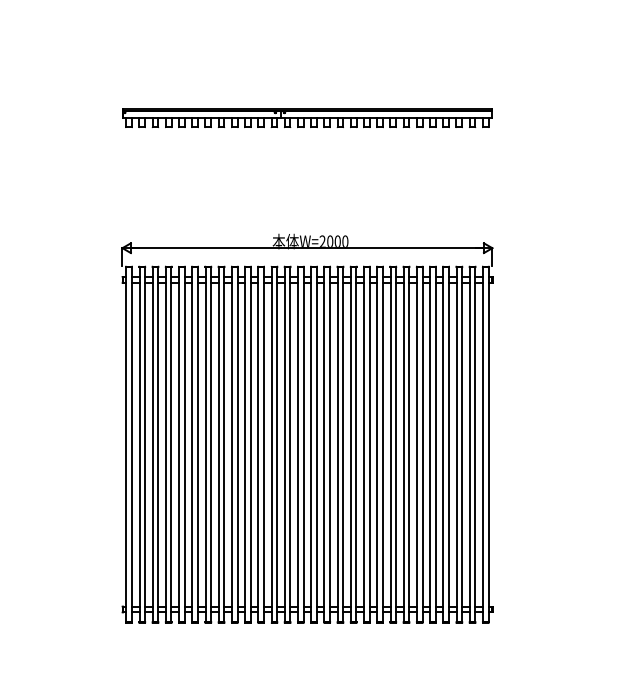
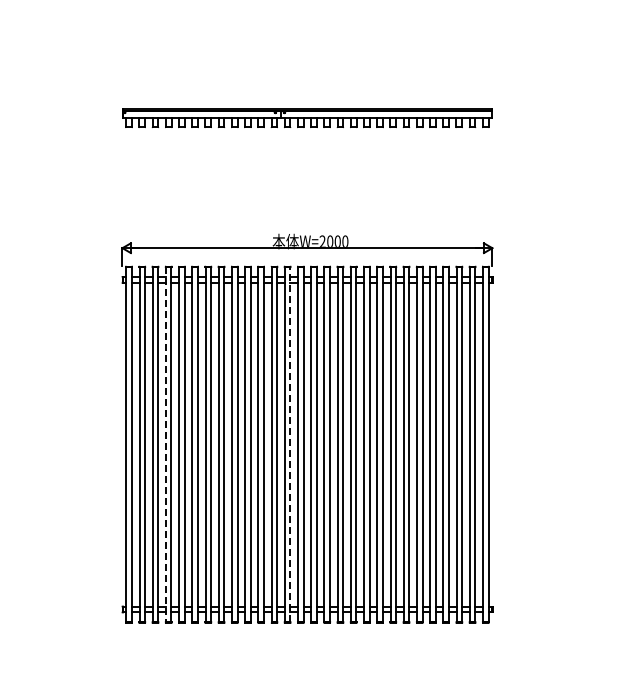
line at (165, 444): solid -> dashed
line at (290, 444): solid -> dashed
